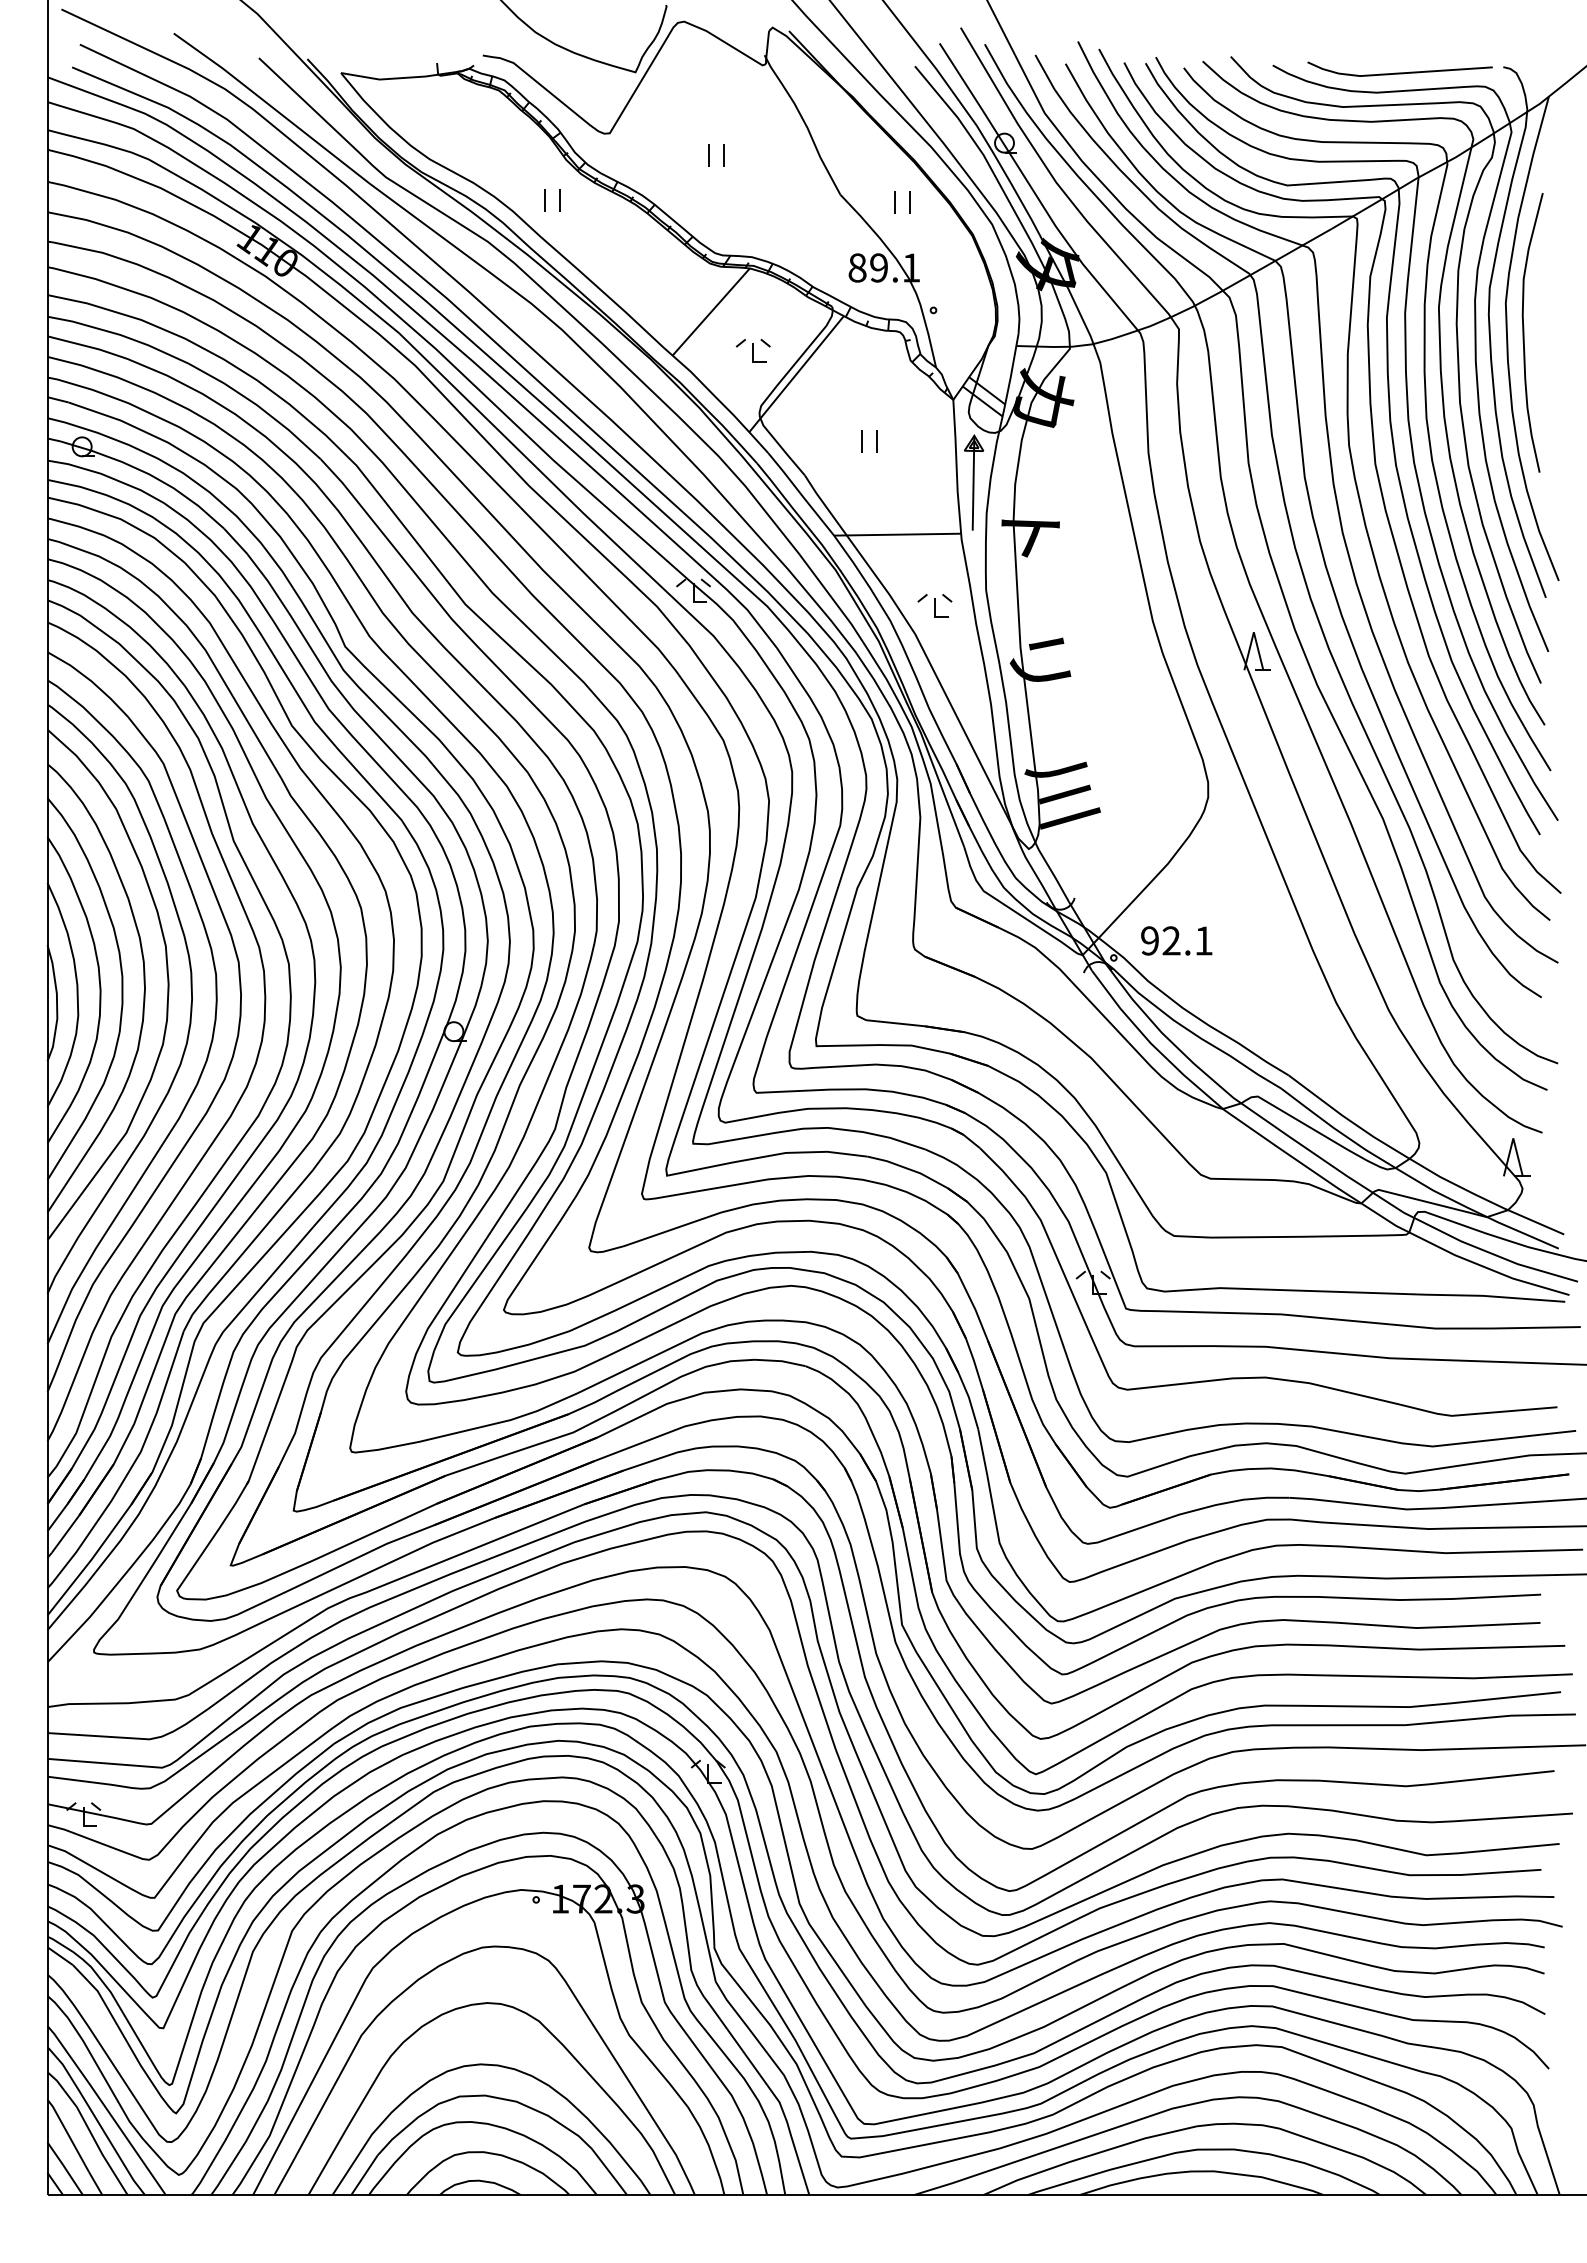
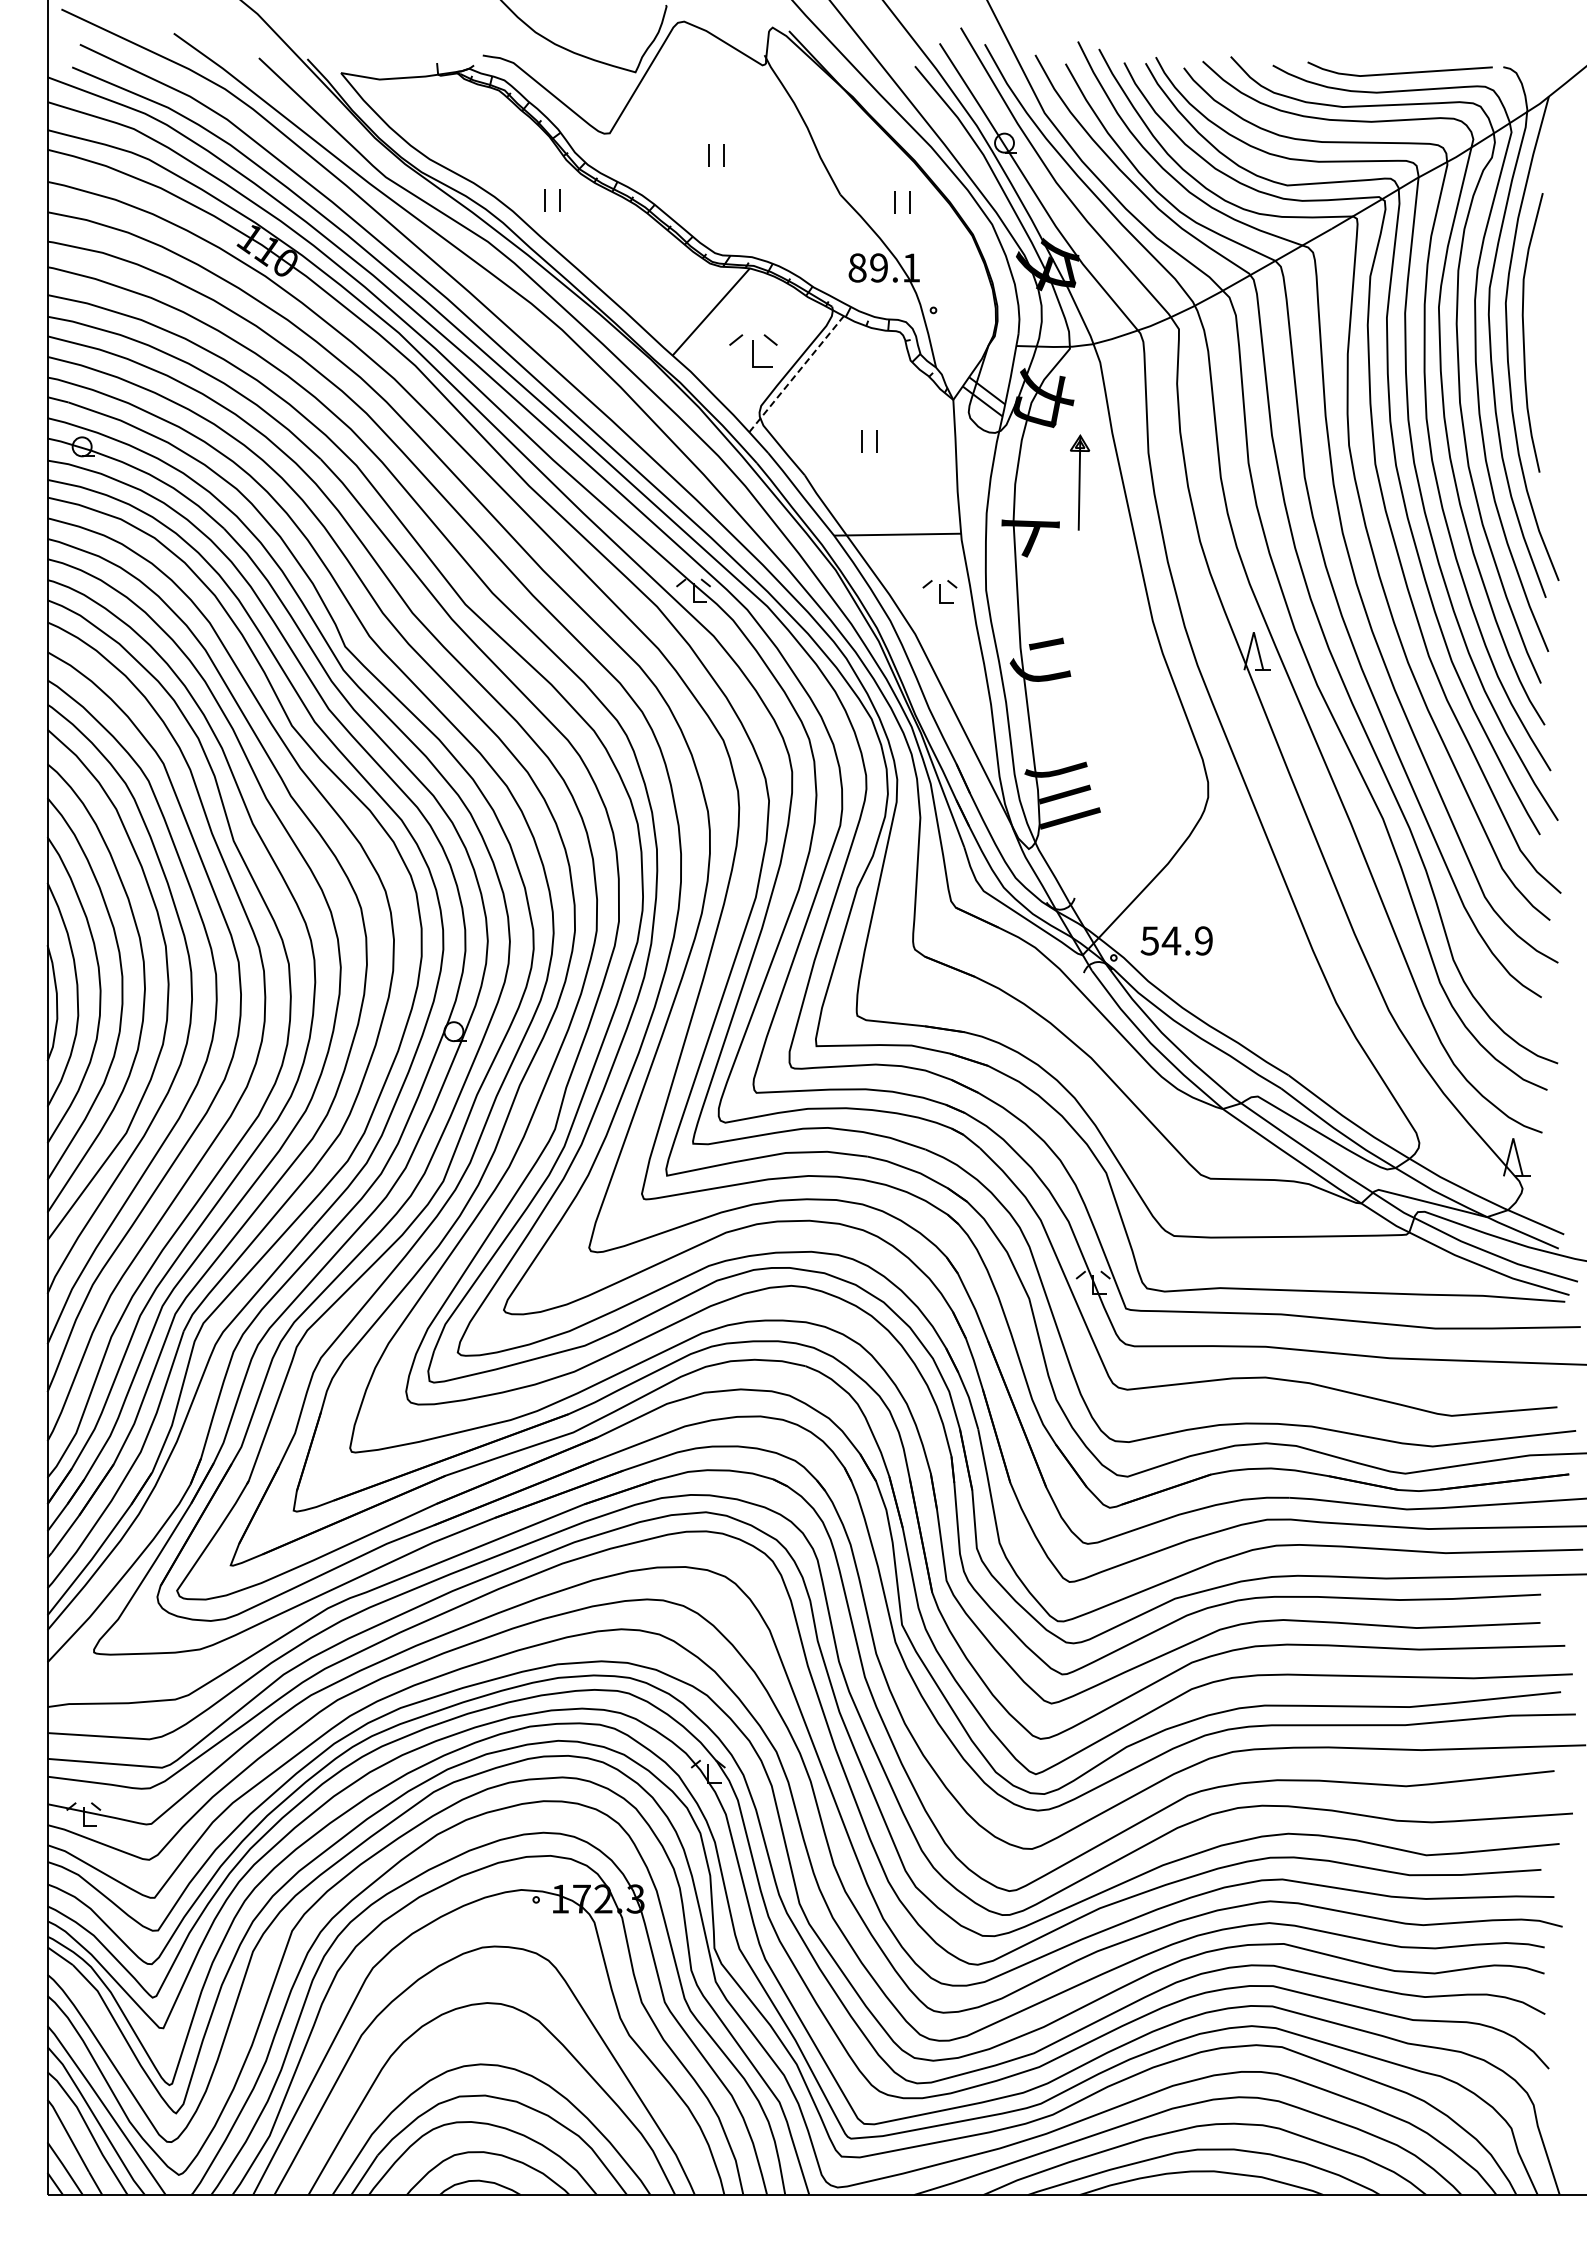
part at (752, 350) size: 36x24 px -> 49x34 px
line at (796, 374): solid -> dashed
part at (974, 482) position: (974, 482) -> (1080, 482)
part at (934, 605) position: (934, 605) -> (939, 591)
text at (1176, 940): 92.1 -> 54.9
